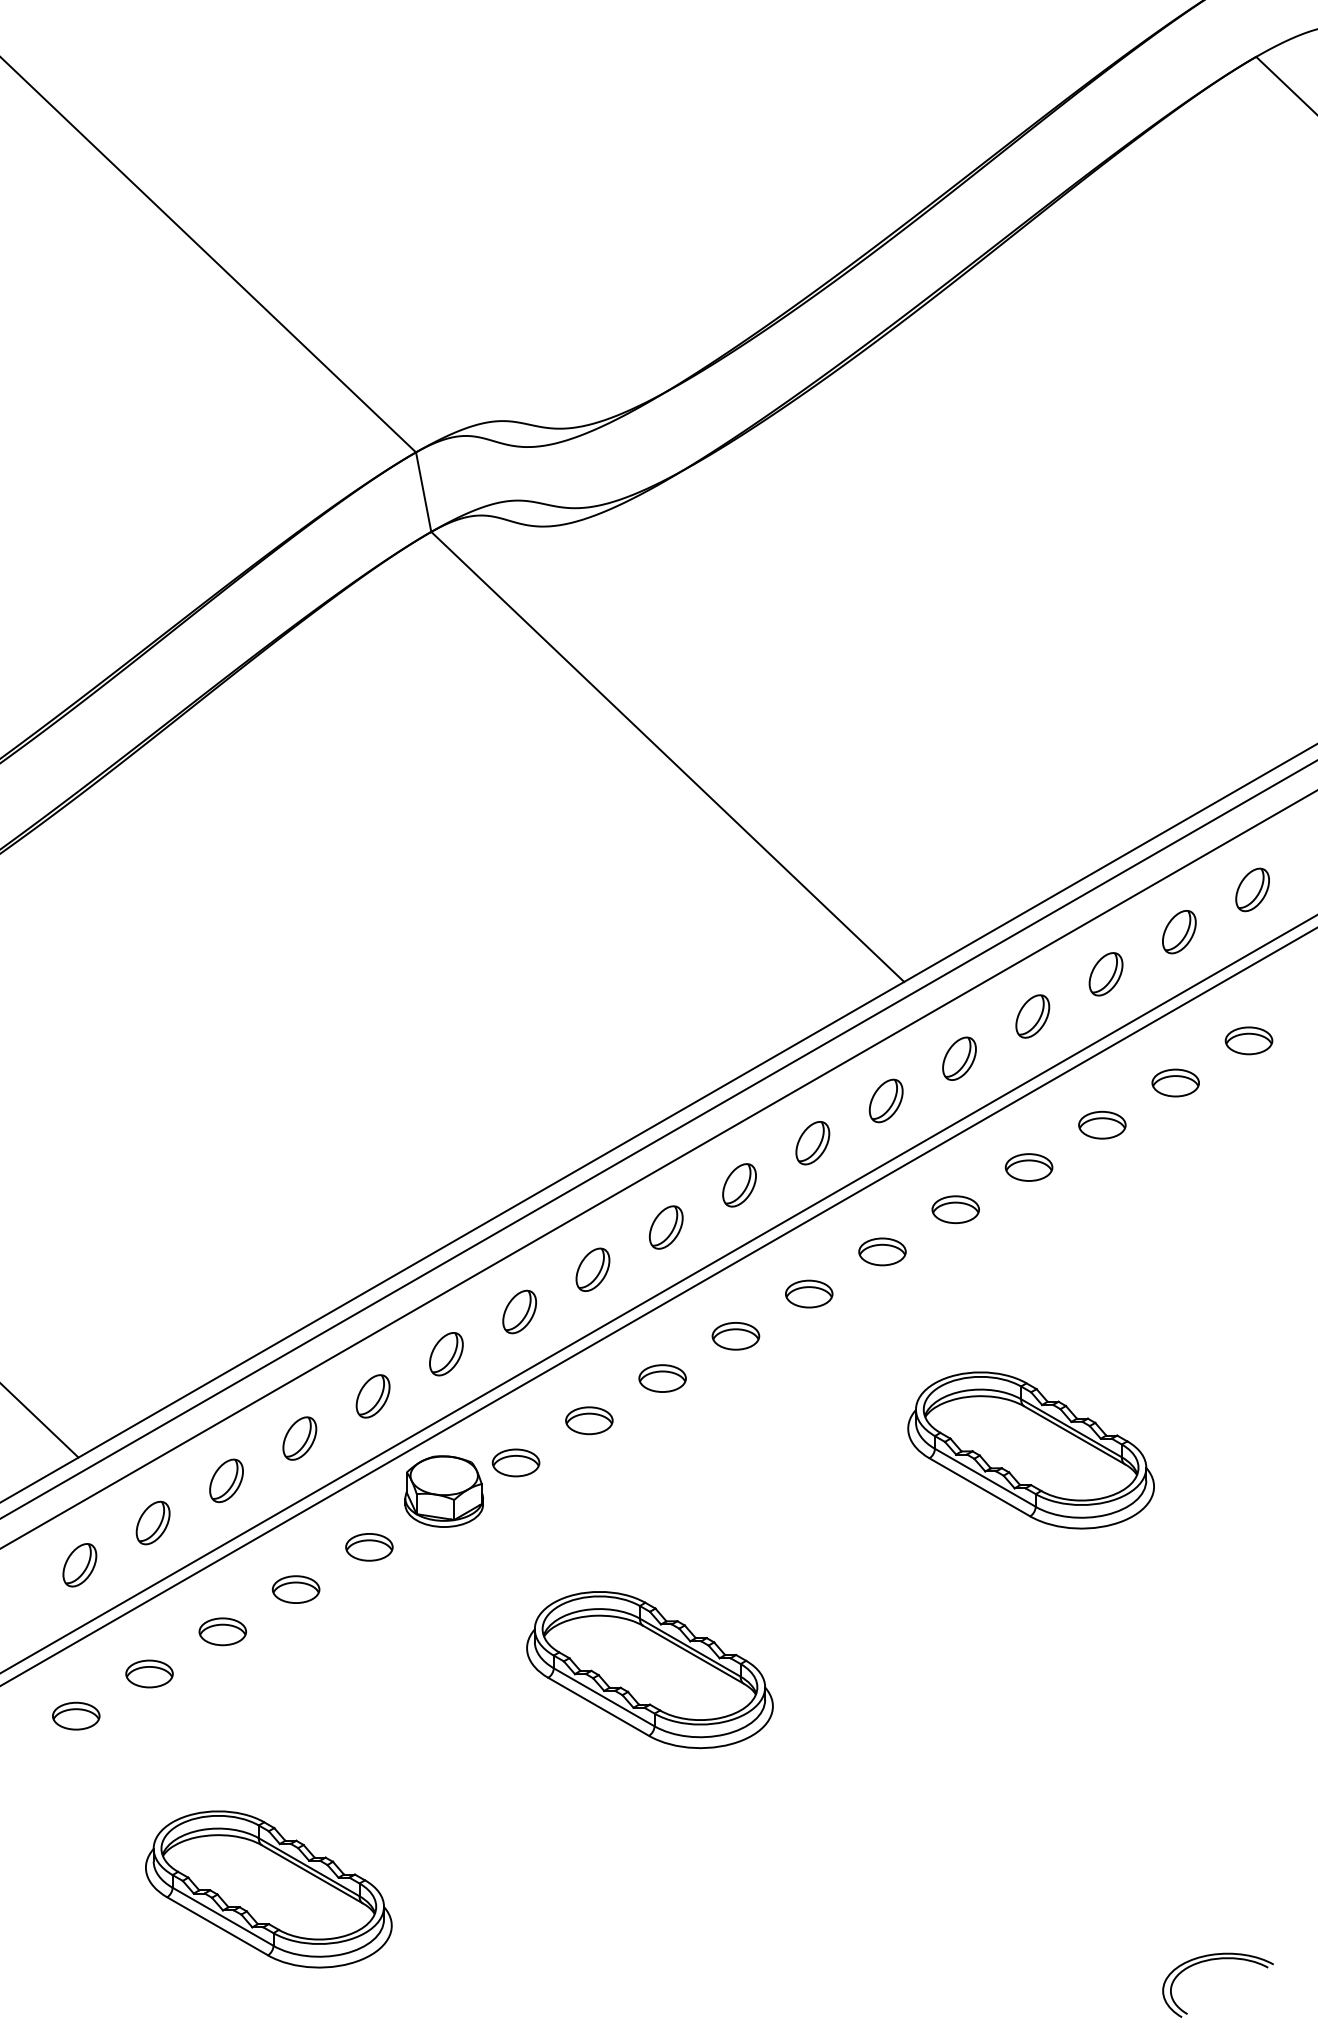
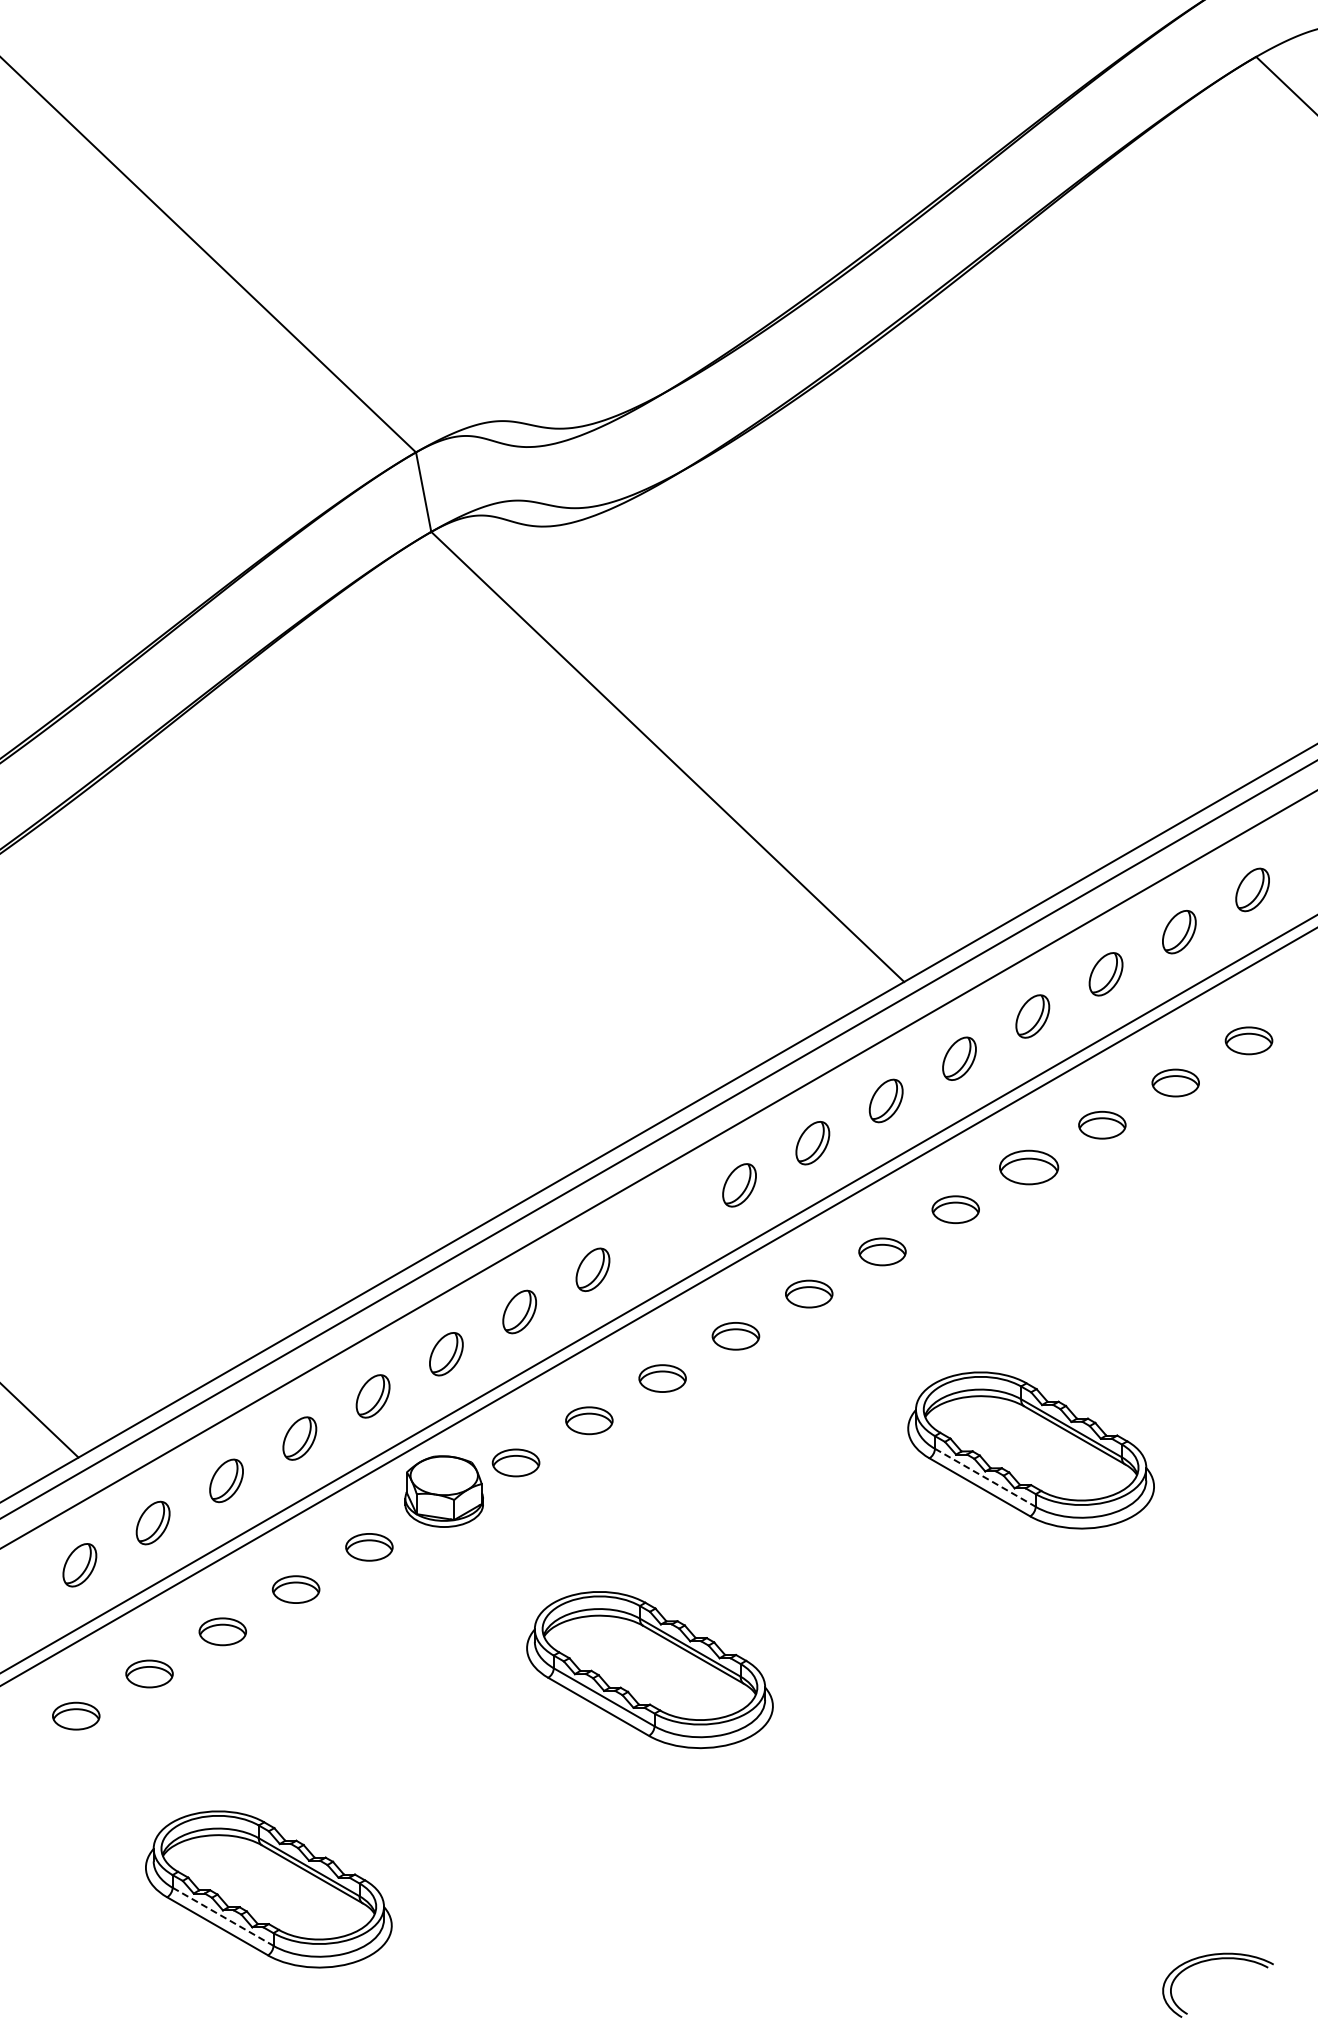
part at (1028, 1167) size: 50x29 px -> 61x37 px
part at (666, 1227): present -> none
line at (985, 1478): solid -> dashed
line at (223, 1917): solid -> dashed
